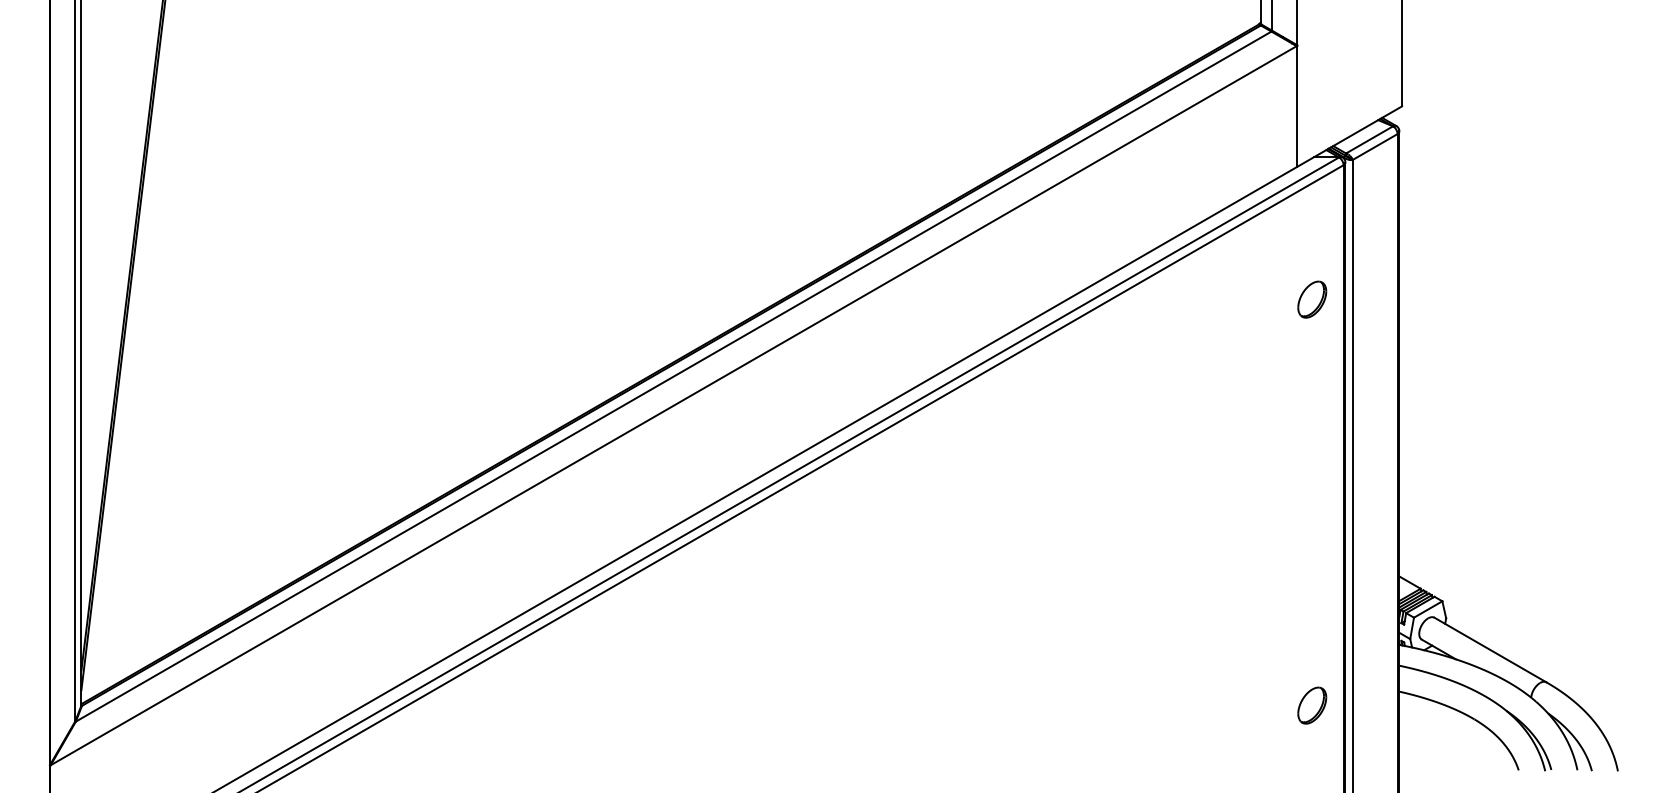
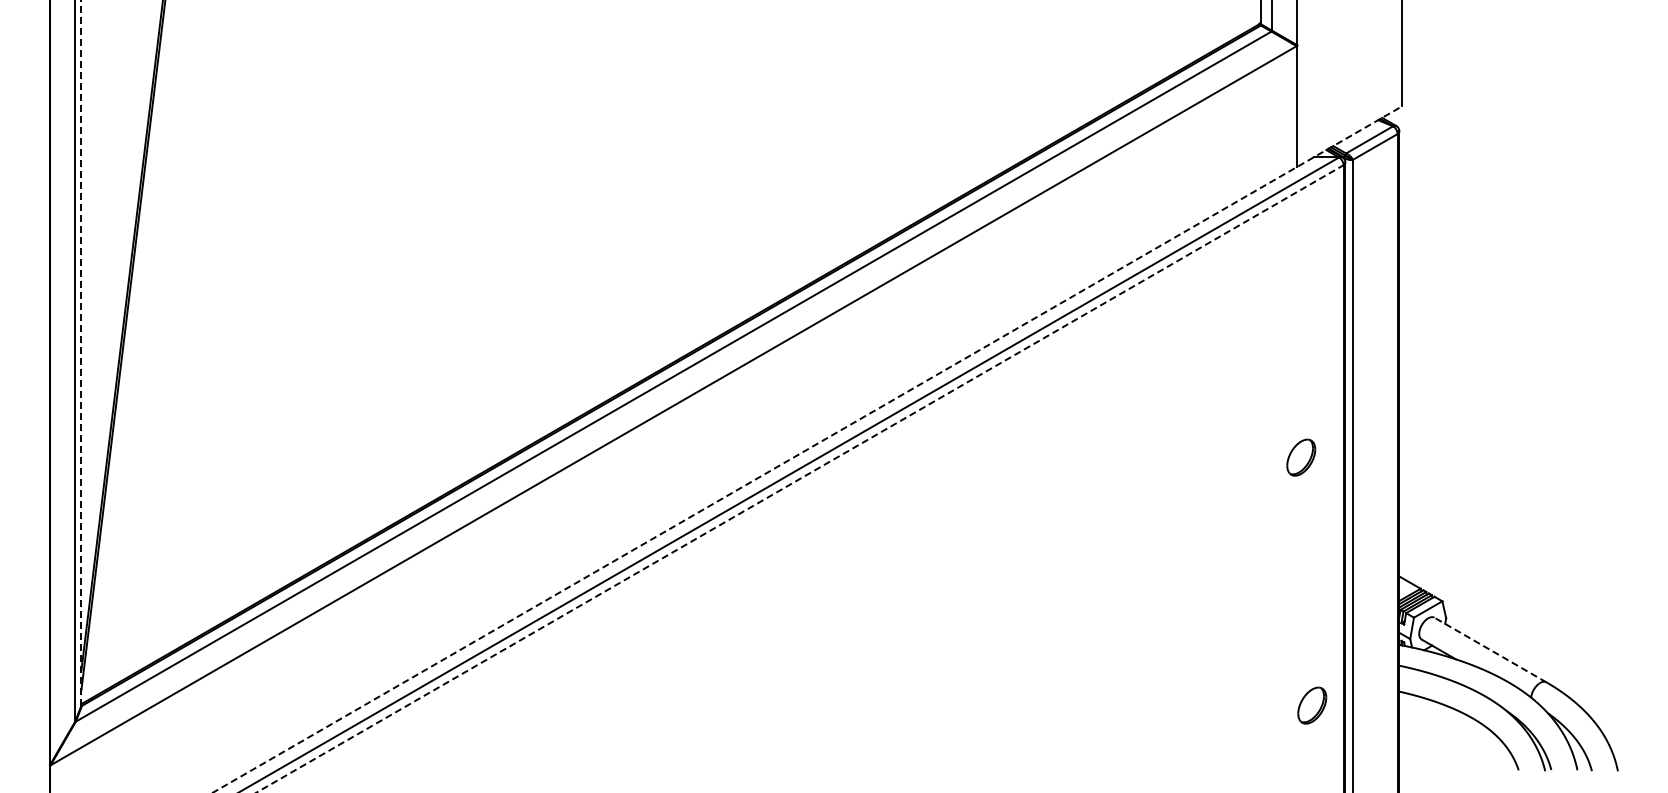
part at (1312, 299) position: (1312, 299) -> (1301, 457)
line at (81, 352): solid -> dashed
line at (807, 449): solid -> dashed
line at (800, 478): solid -> dashed
line at (1490, 650): solid -> dashed
